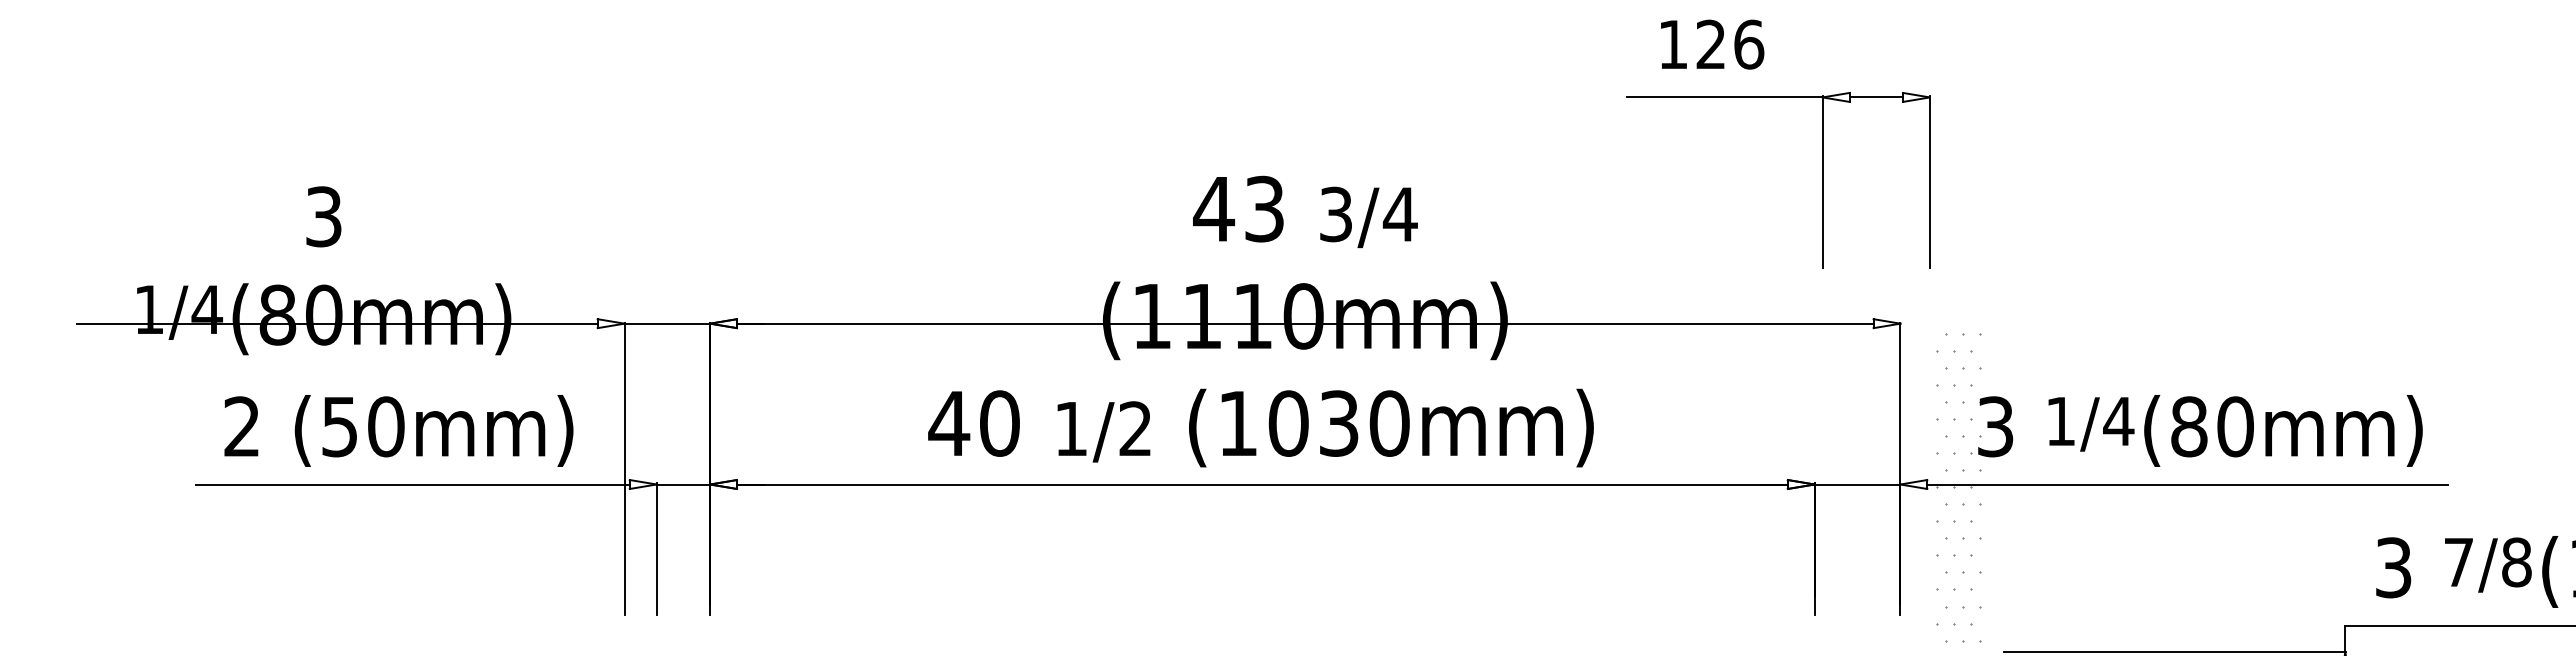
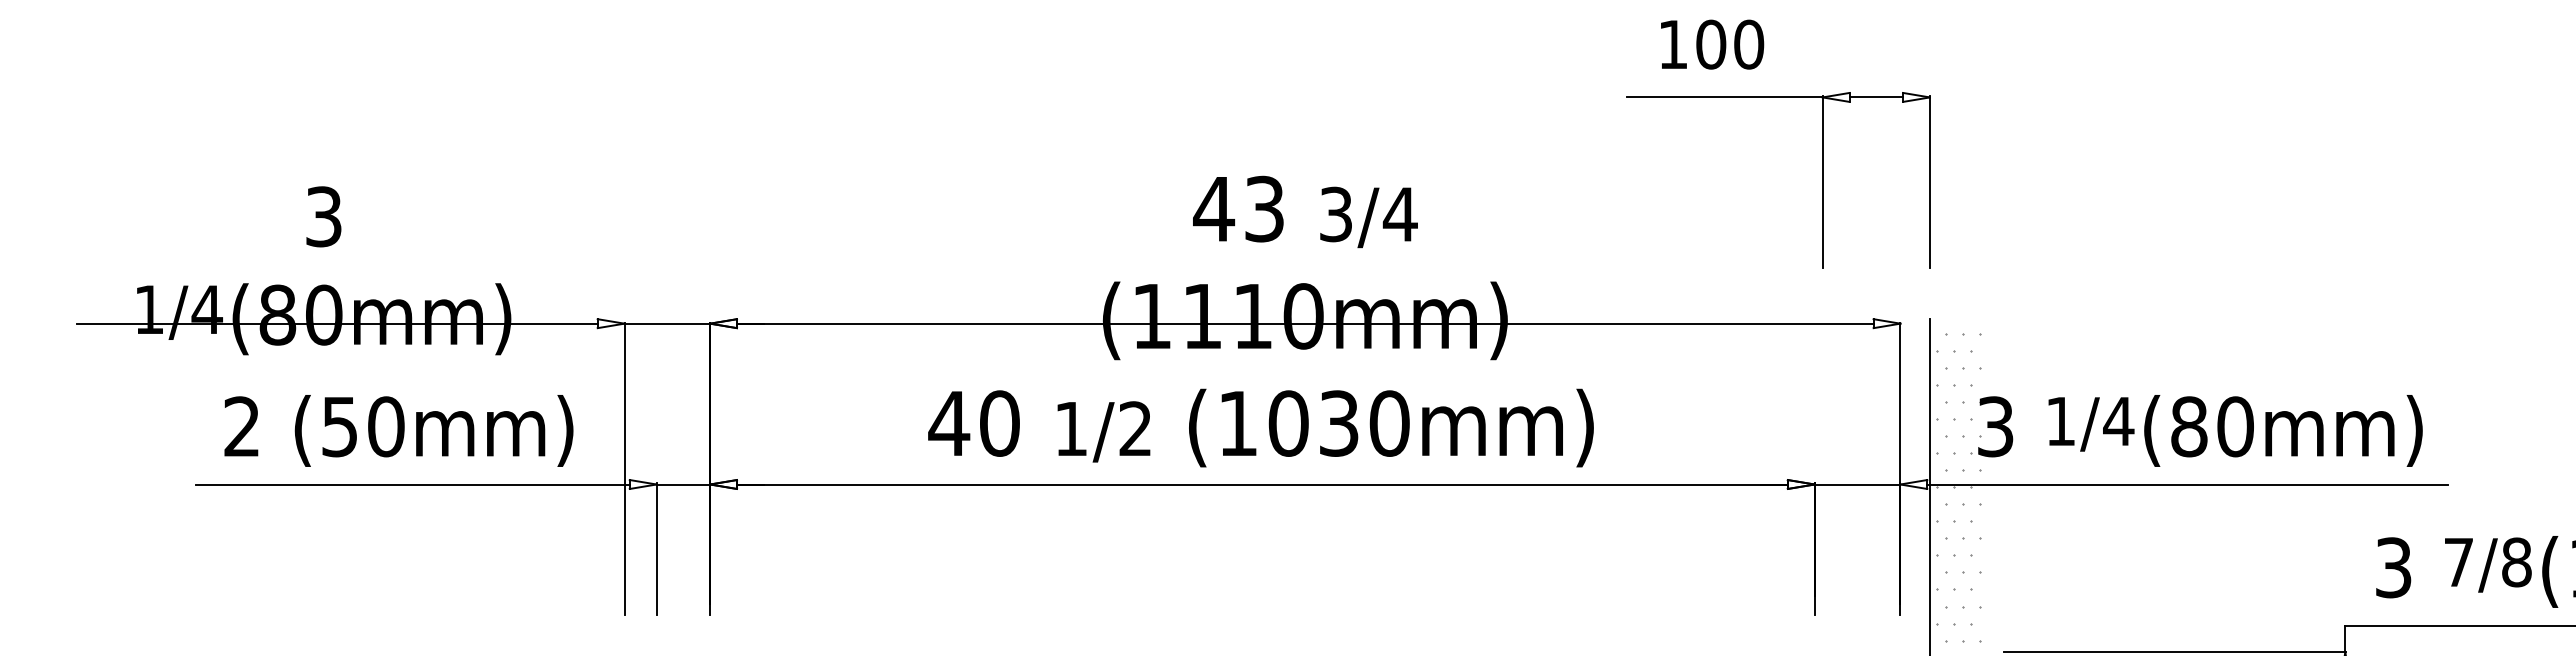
text at (1730, 44): 126 -> 100
line at (1929, 485): none -> present
